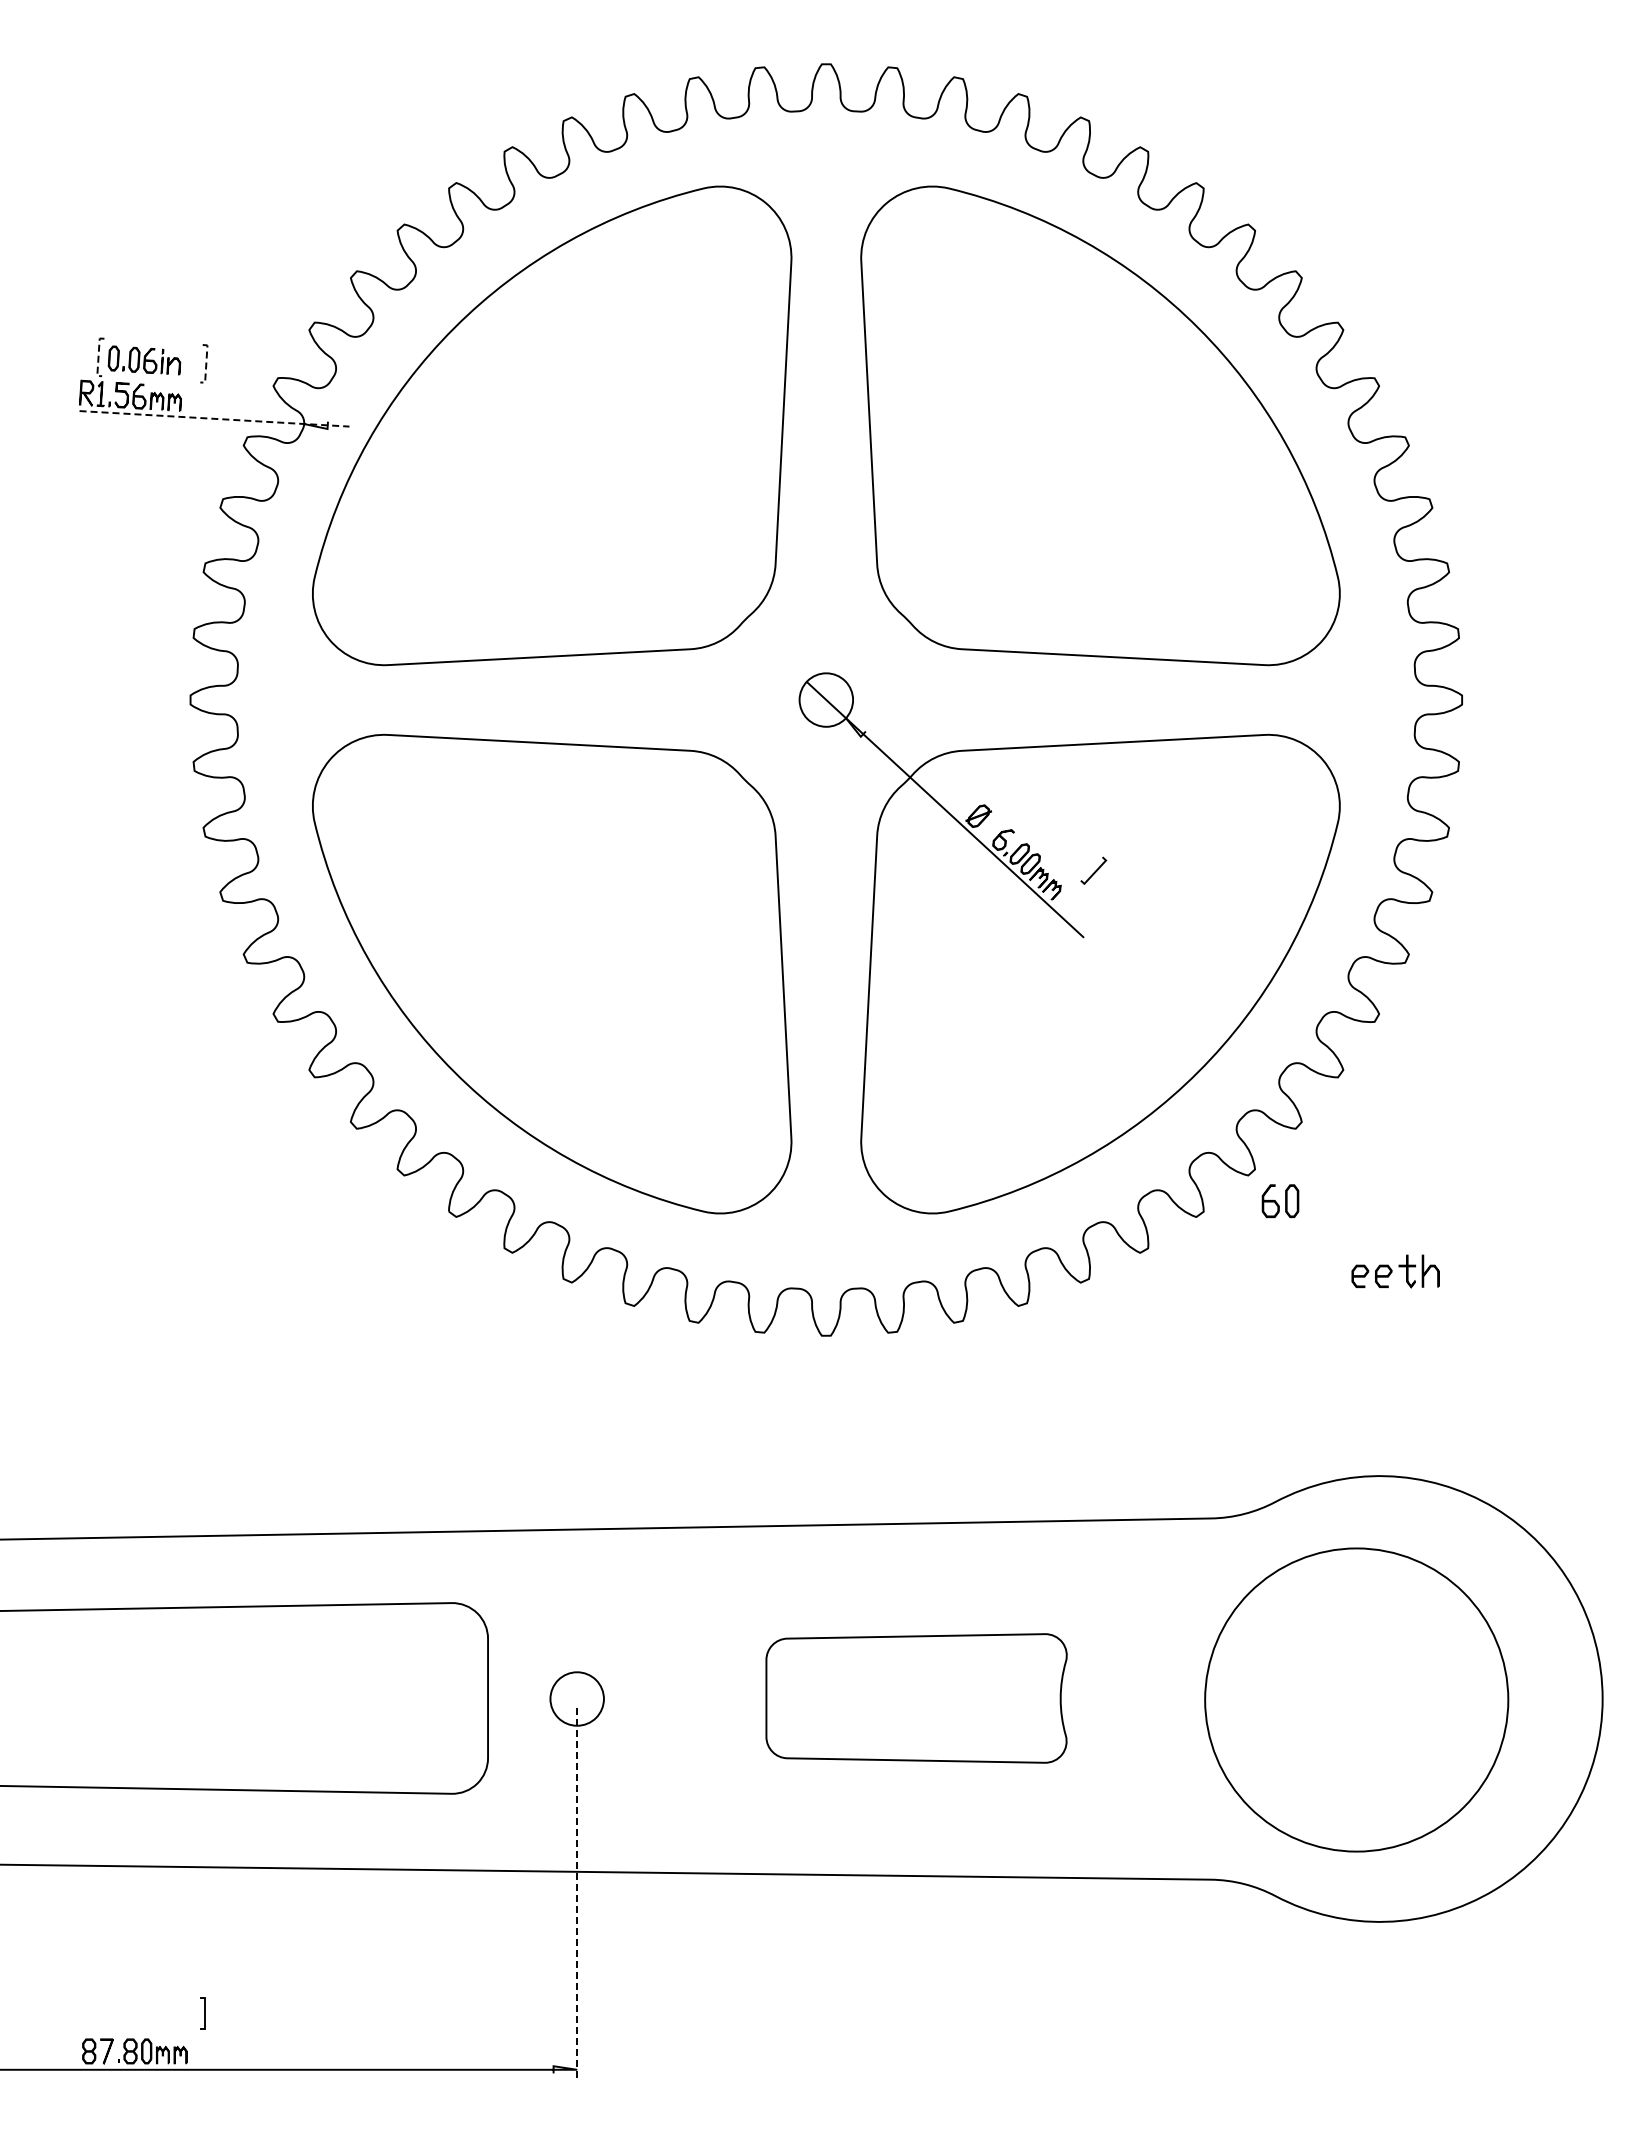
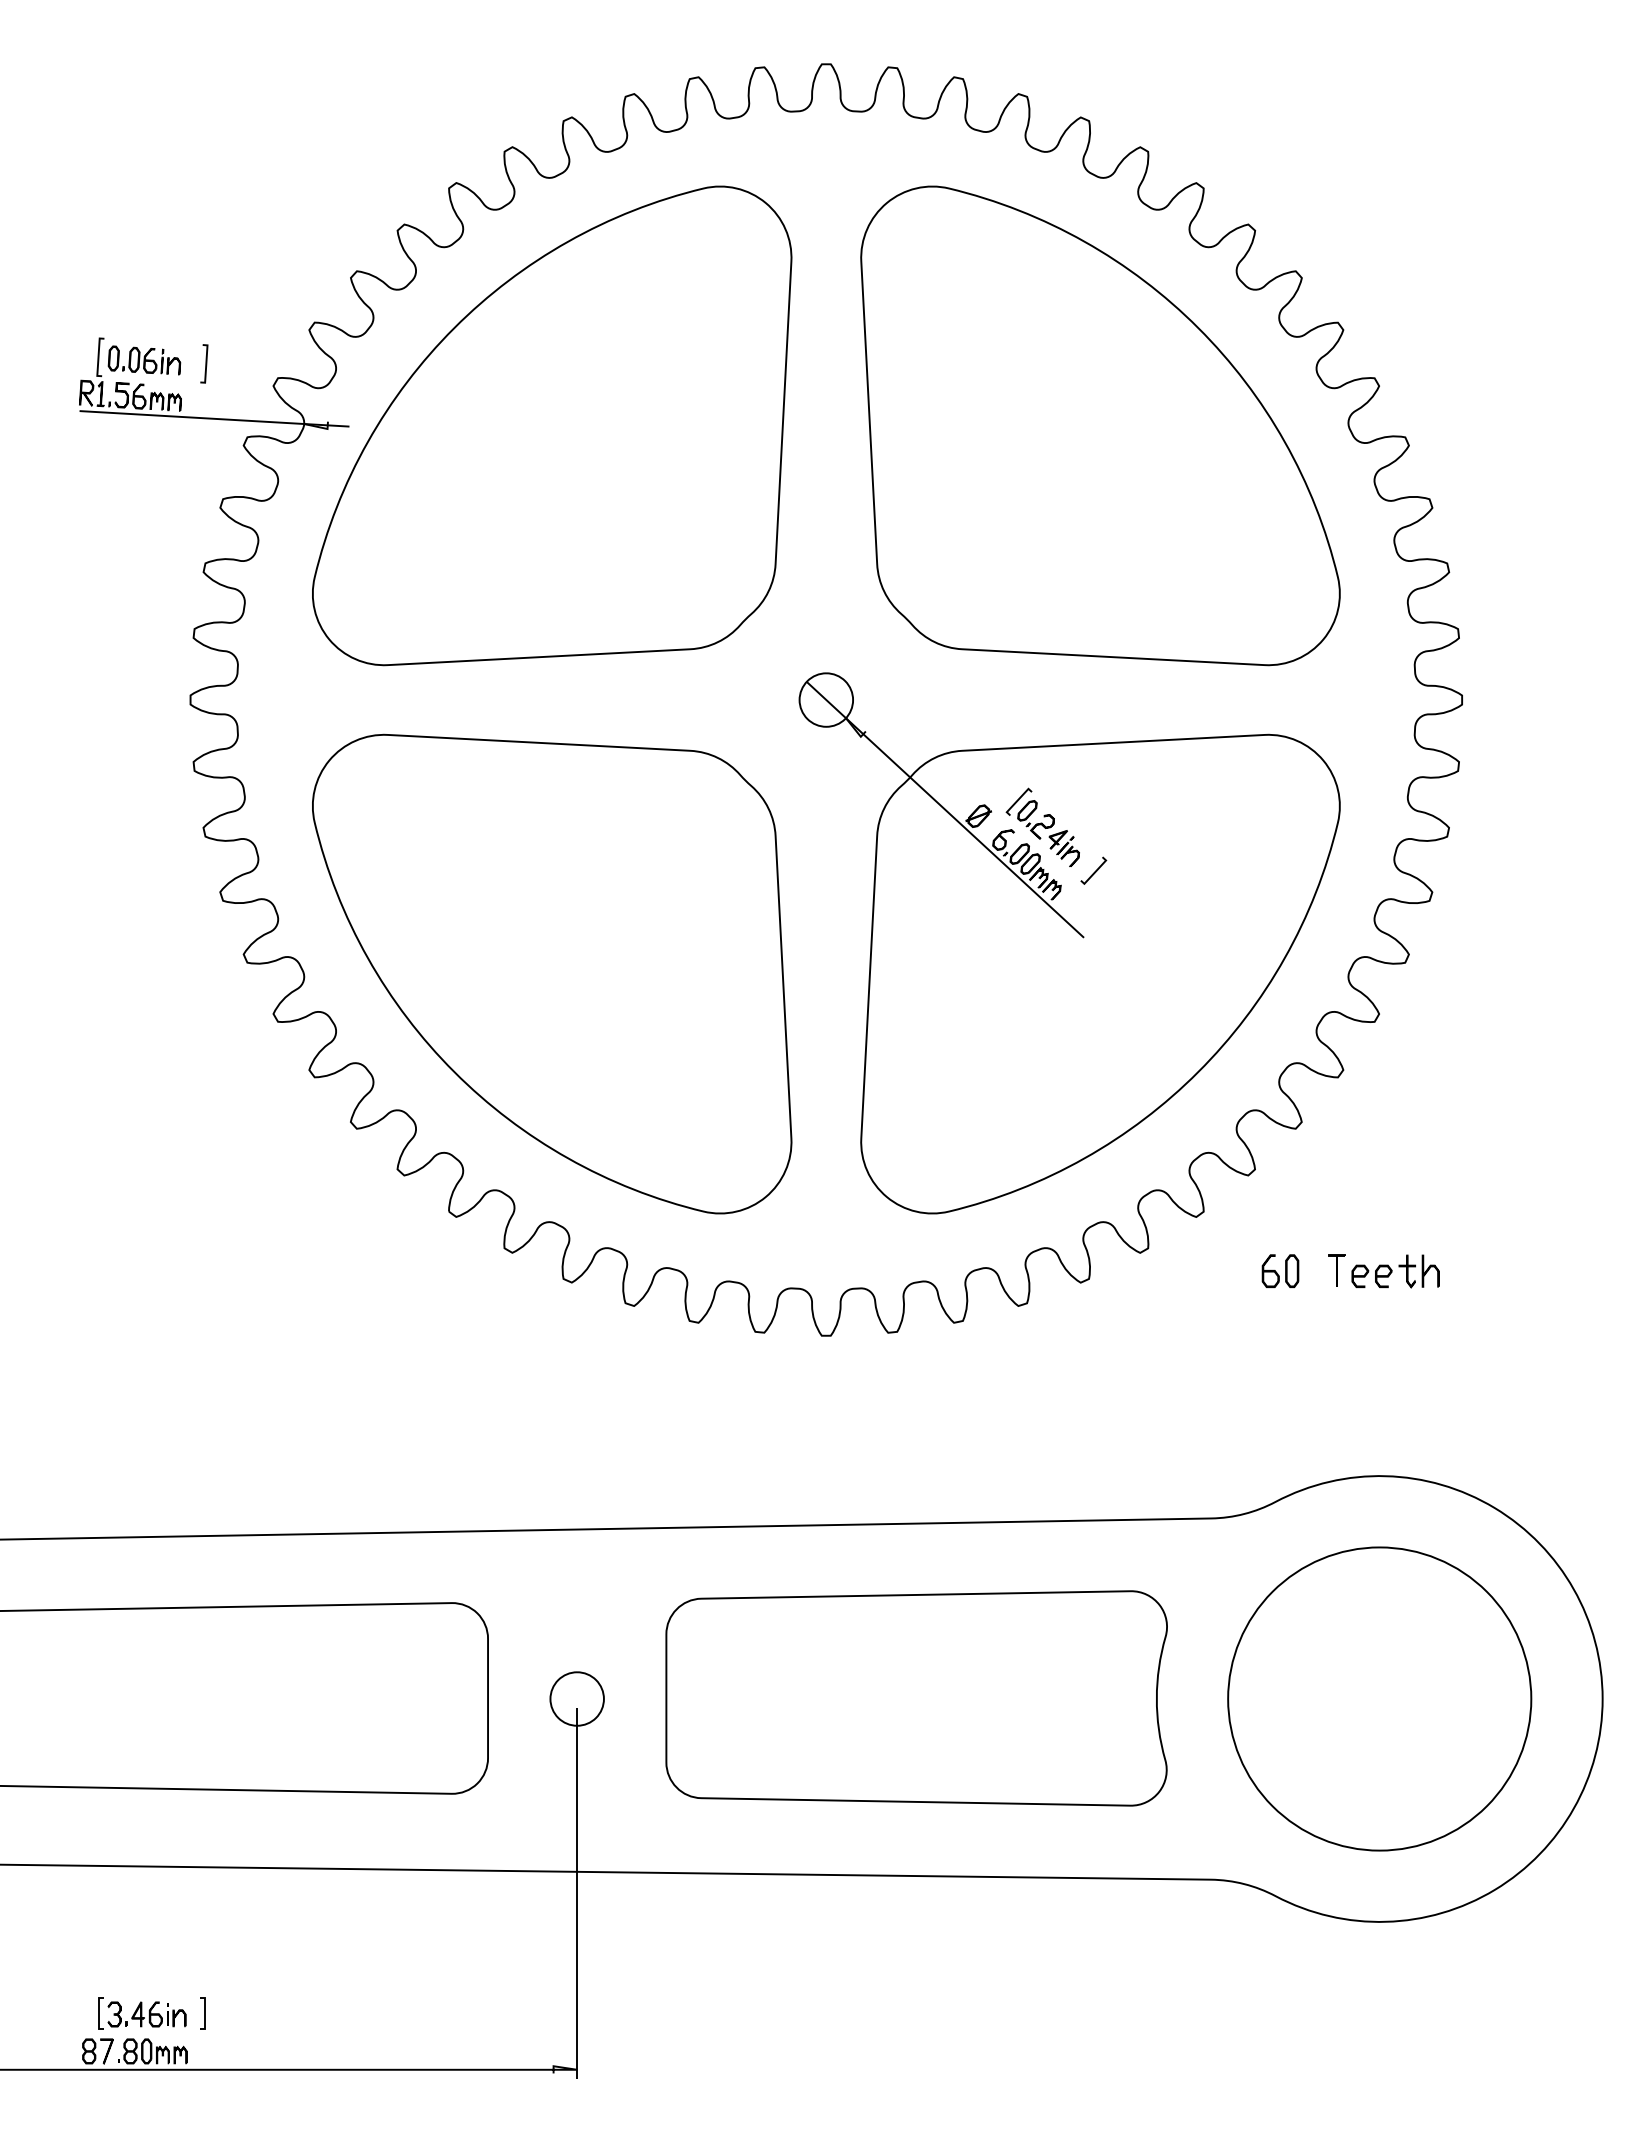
line at (98, 357): dashed -> solid
line at (206, 364): dashed -> solid
line at (215, 418): dashed -> solid
part at (1042, 826): none -> present
part at (1280, 1200) position: (1280, 1200) -> (1280, 1270)
part at (1336, 1270): none -> present
part at (916, 1698) size: 303x131 px -> 503x217 px
part at (1356, 1699) position: (1356, 1699) -> (1379, 1698)
line at (577, 1893): dashed -> solid
part at (142, 2013): none -> present
